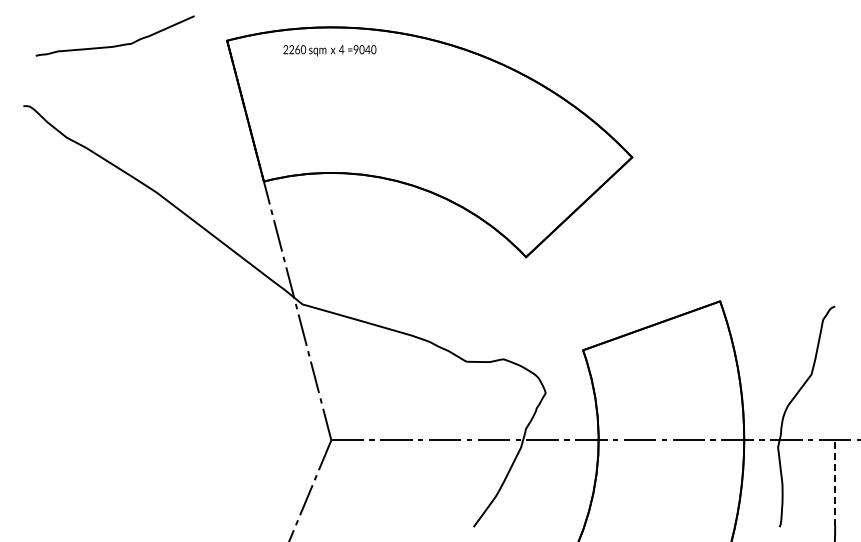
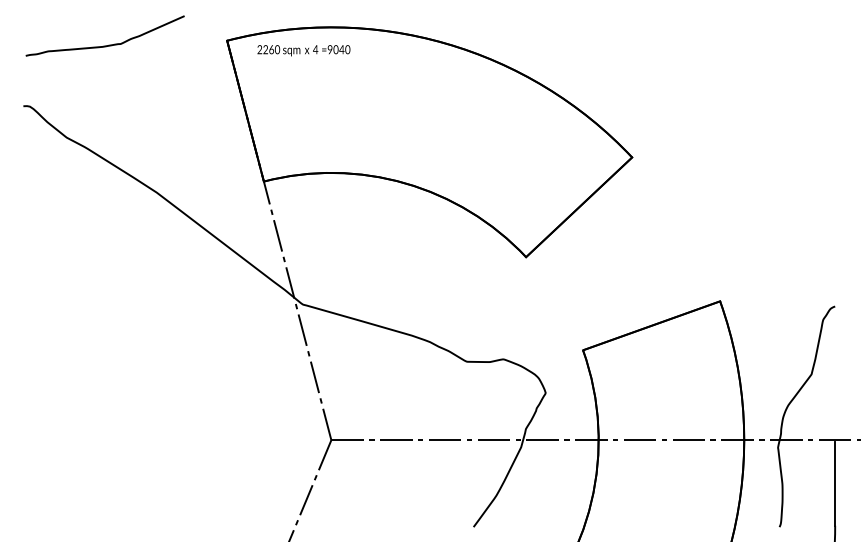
curve at (118, 44) position: (118, 44) -> (108, 44)
text at (329, 50) position: (329, 50) -> (303, 50)
line at (835, 483): dashed -> solid
